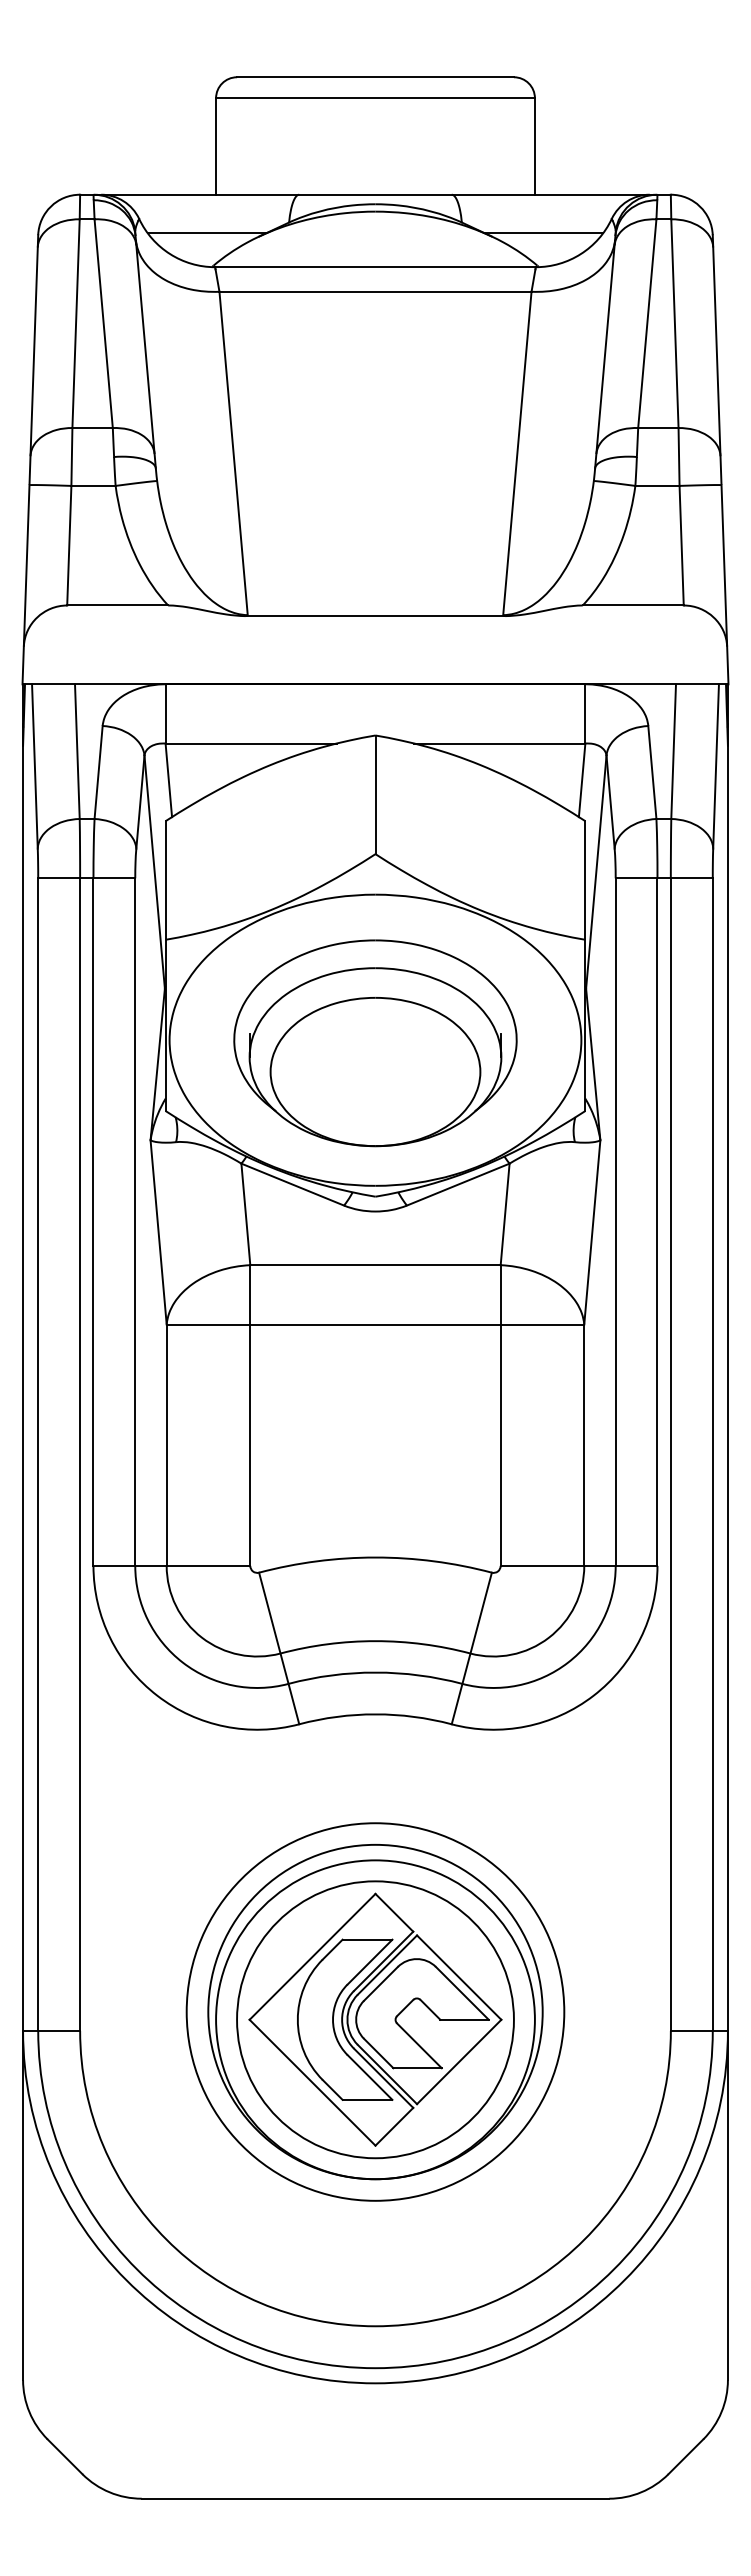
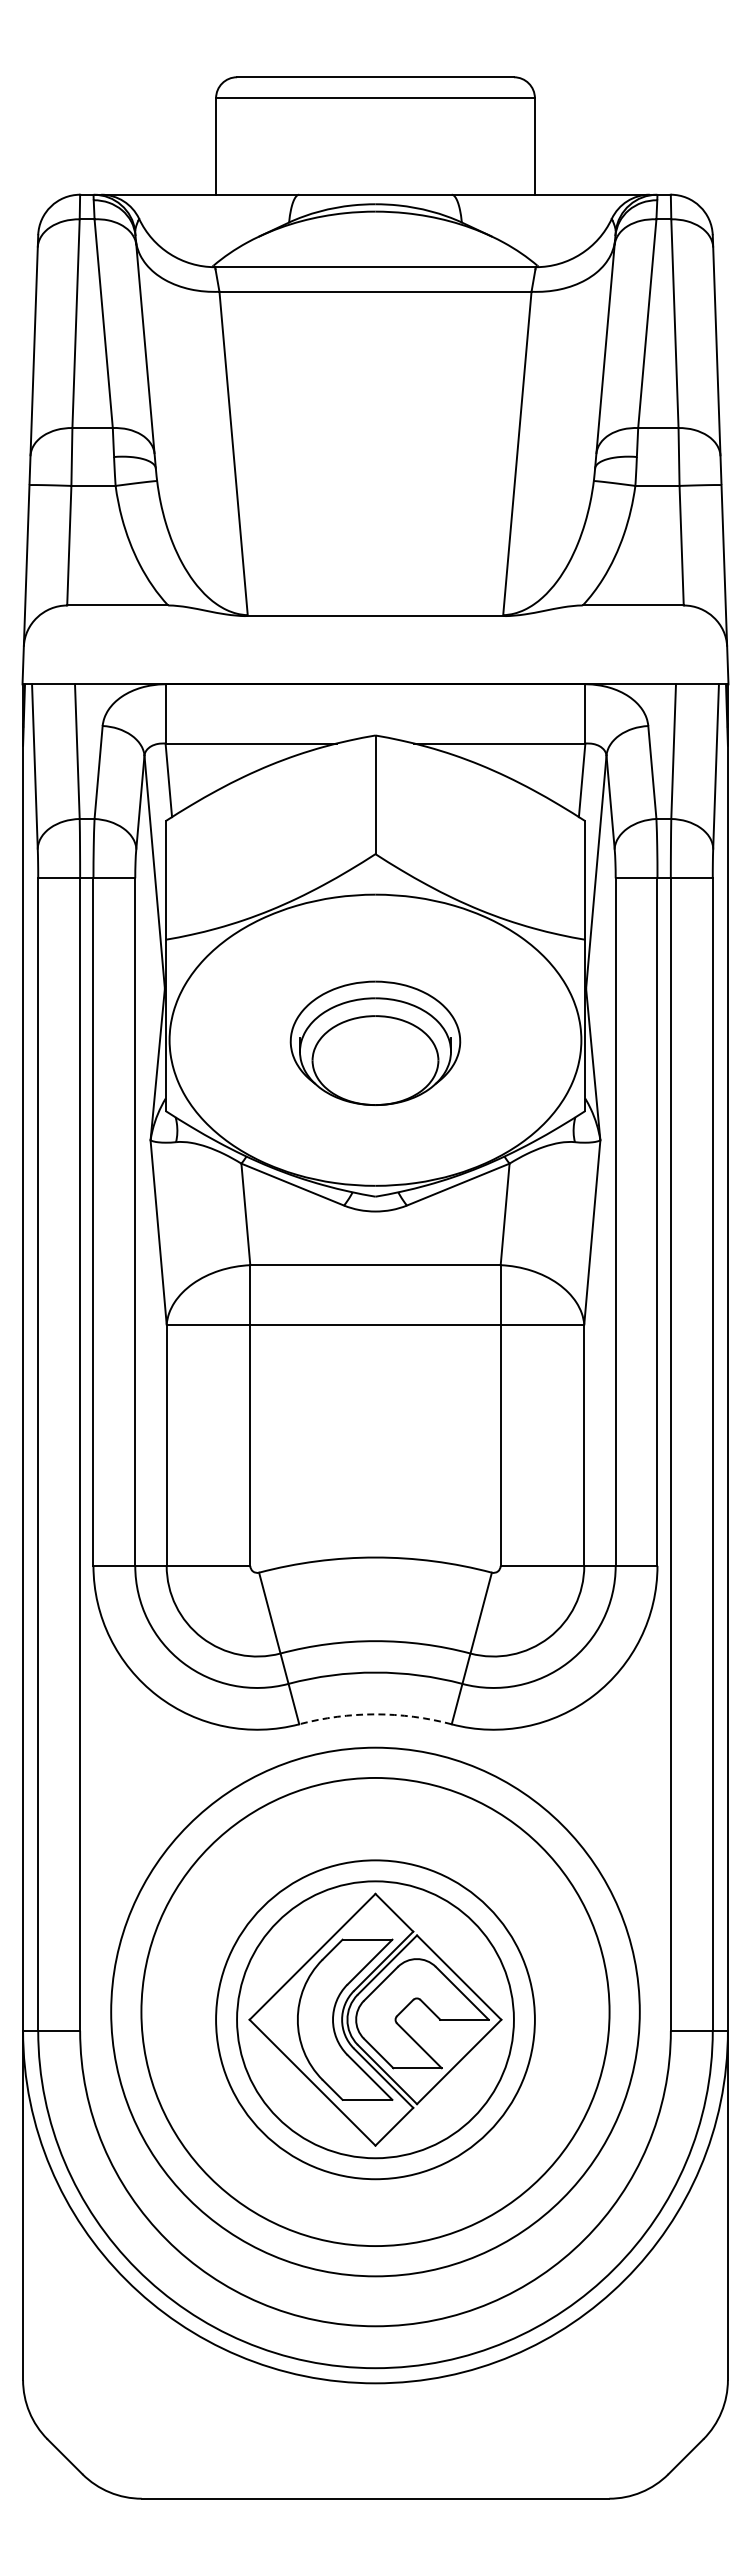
line at (207, 233): present -> none
line at (543, 233): present -> none
part at (375, 1043) size: 285x209 px -> 173x126 px
arc at (375, 1714): solid -> dashed
circle at (375, 2011) diameter: 334 px -> 468 px
circle at (375, 2011) diameter: 378 px -> 529 px
